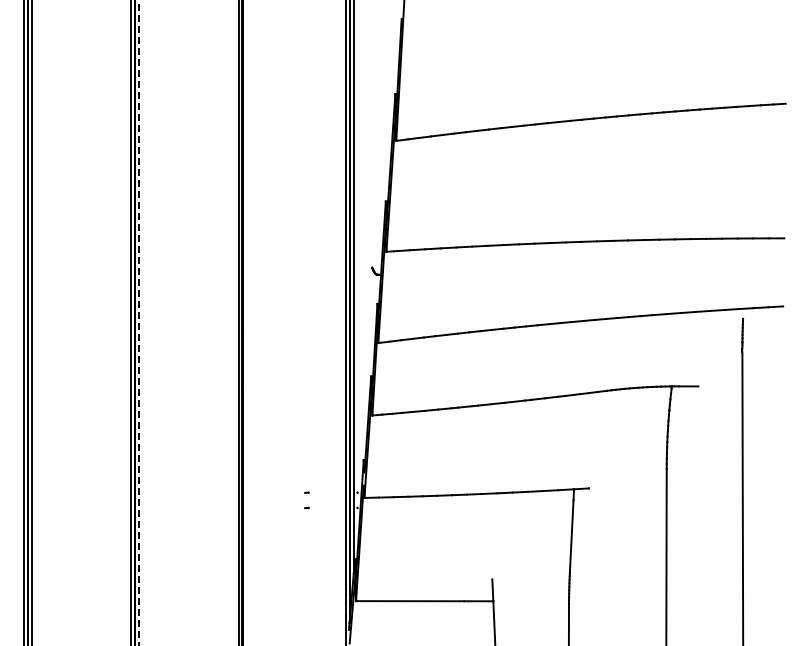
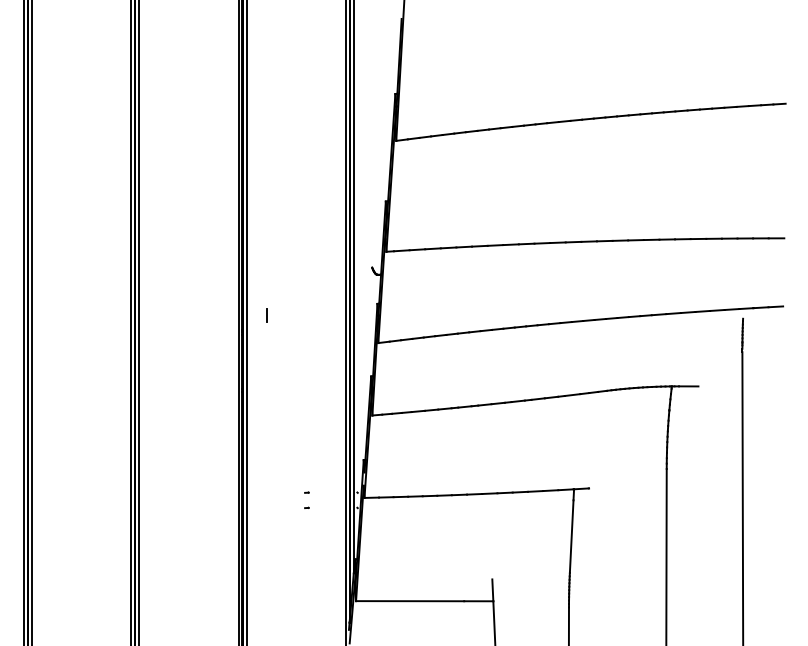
line at (266, 315): none -> present
line at (139, 322): dashed -> solid
line at (246, 322): none -> present
